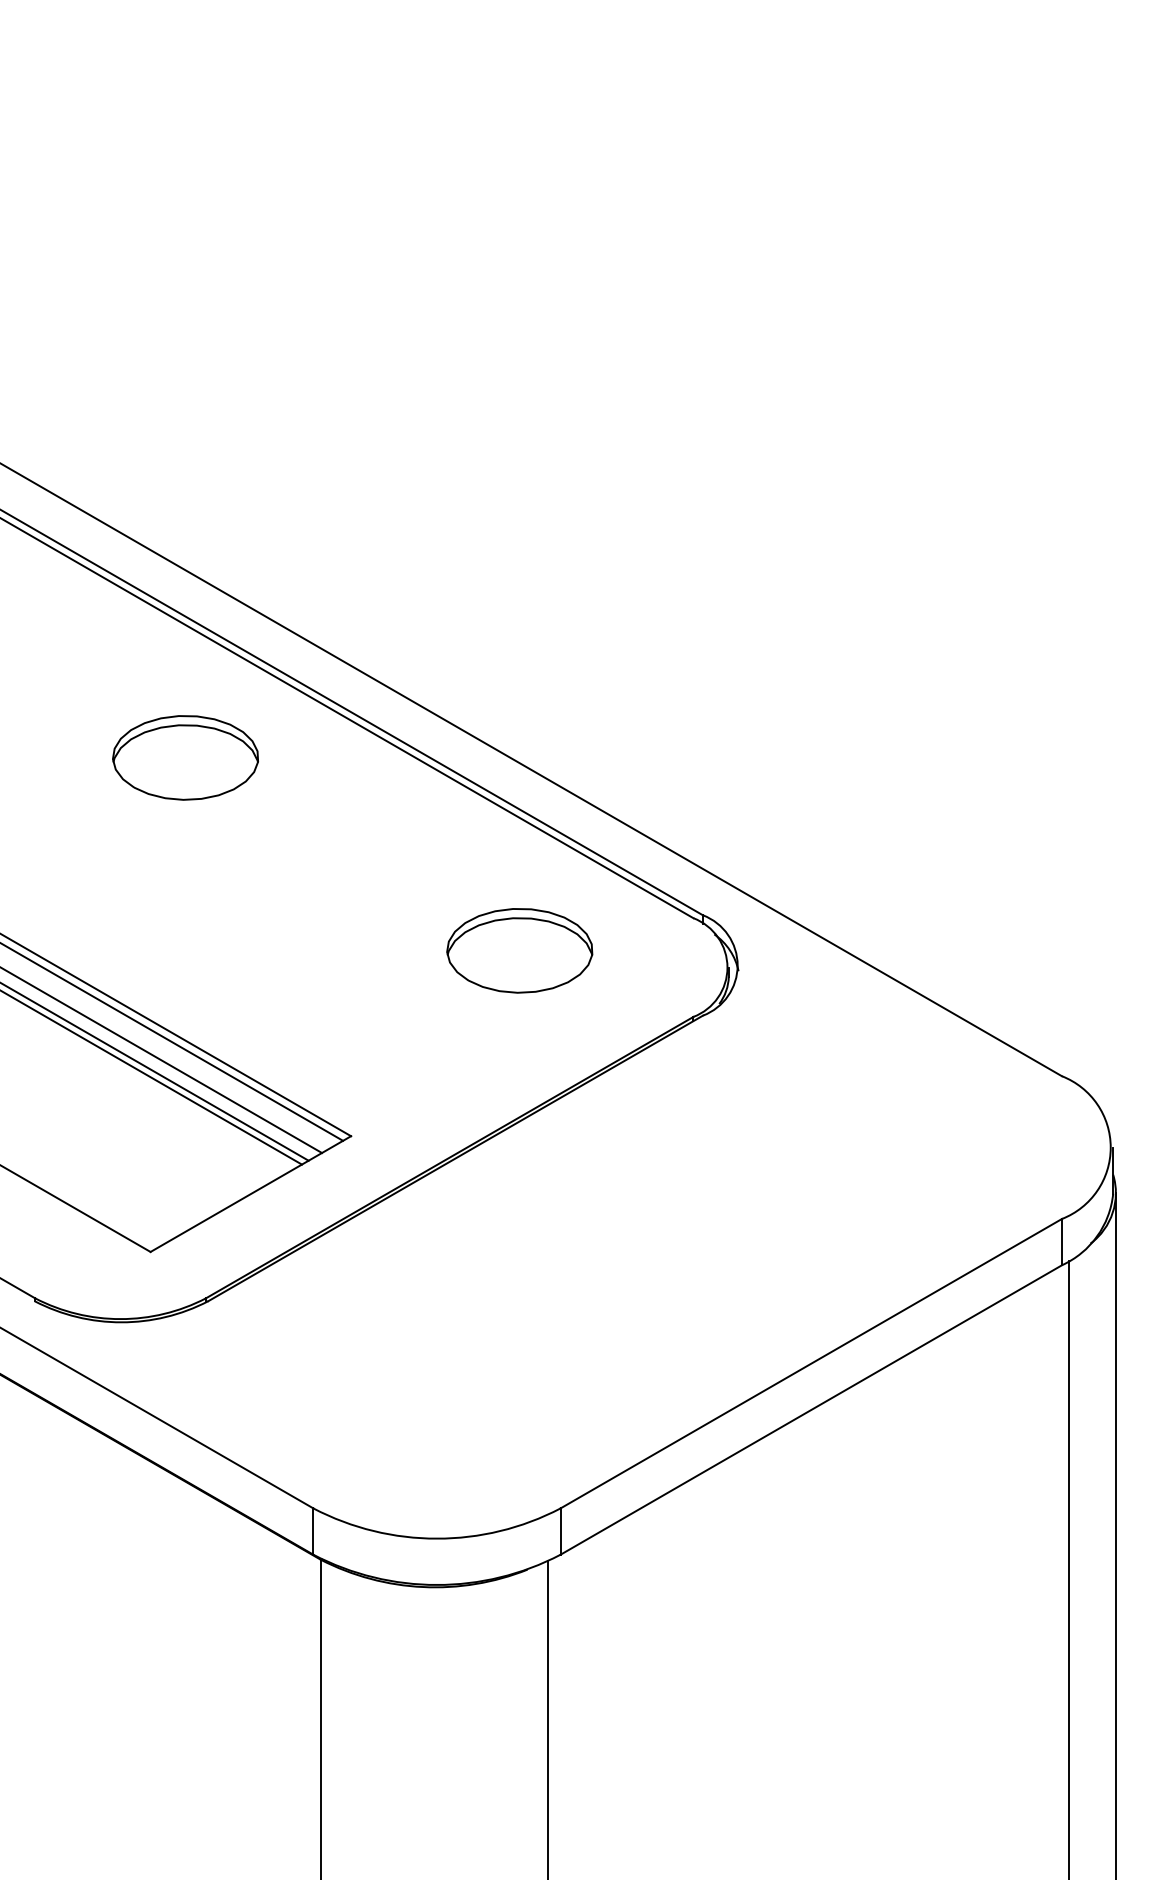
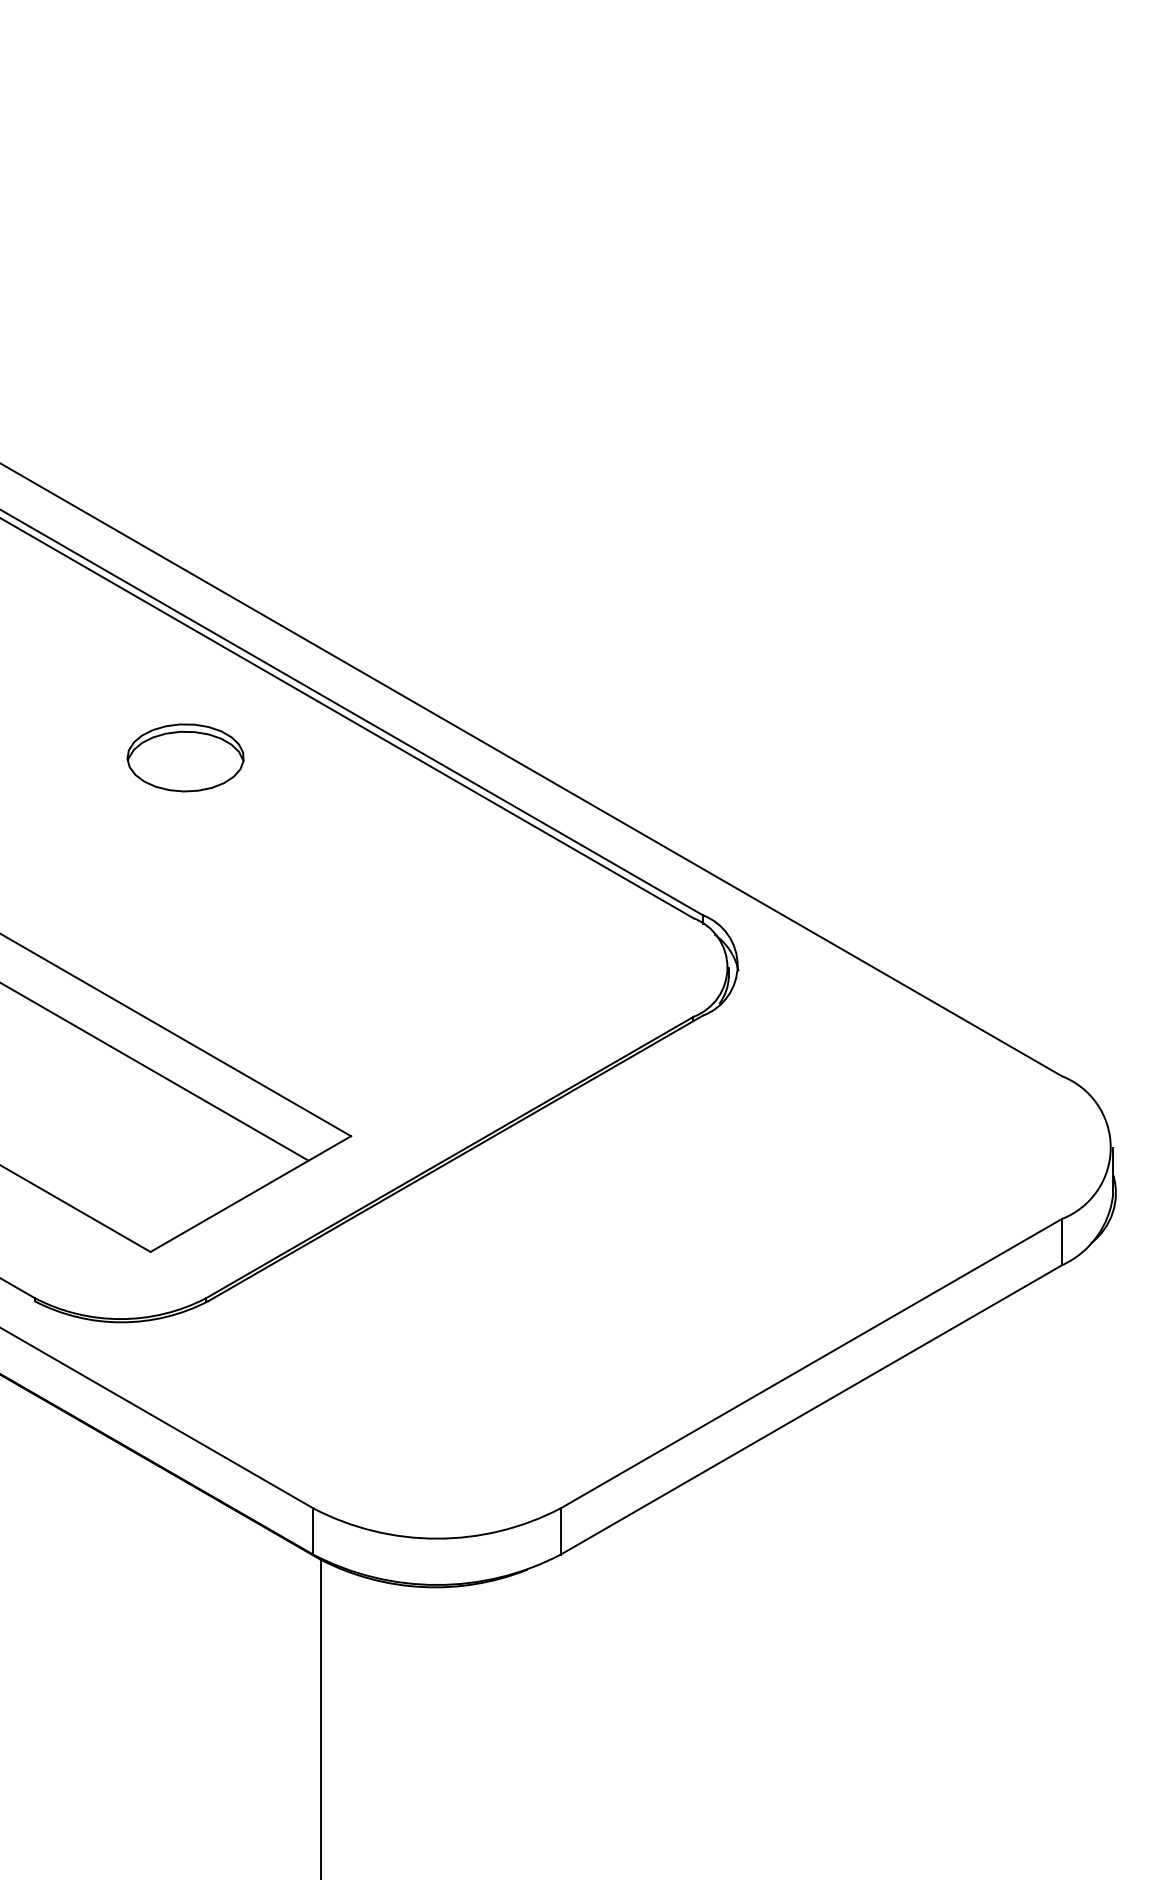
part at (185, 757) size: 147x86 px -> 119x70 px
part at (519, 950): present -> none
line at (172, 1042): present -> none
line at (162, 1060): present -> none
line at (151, 1077): present -> none
line at (1116, 1534): present -> none
line at (1069, 1568): present -> none
line at (547, 1718): present -> none
